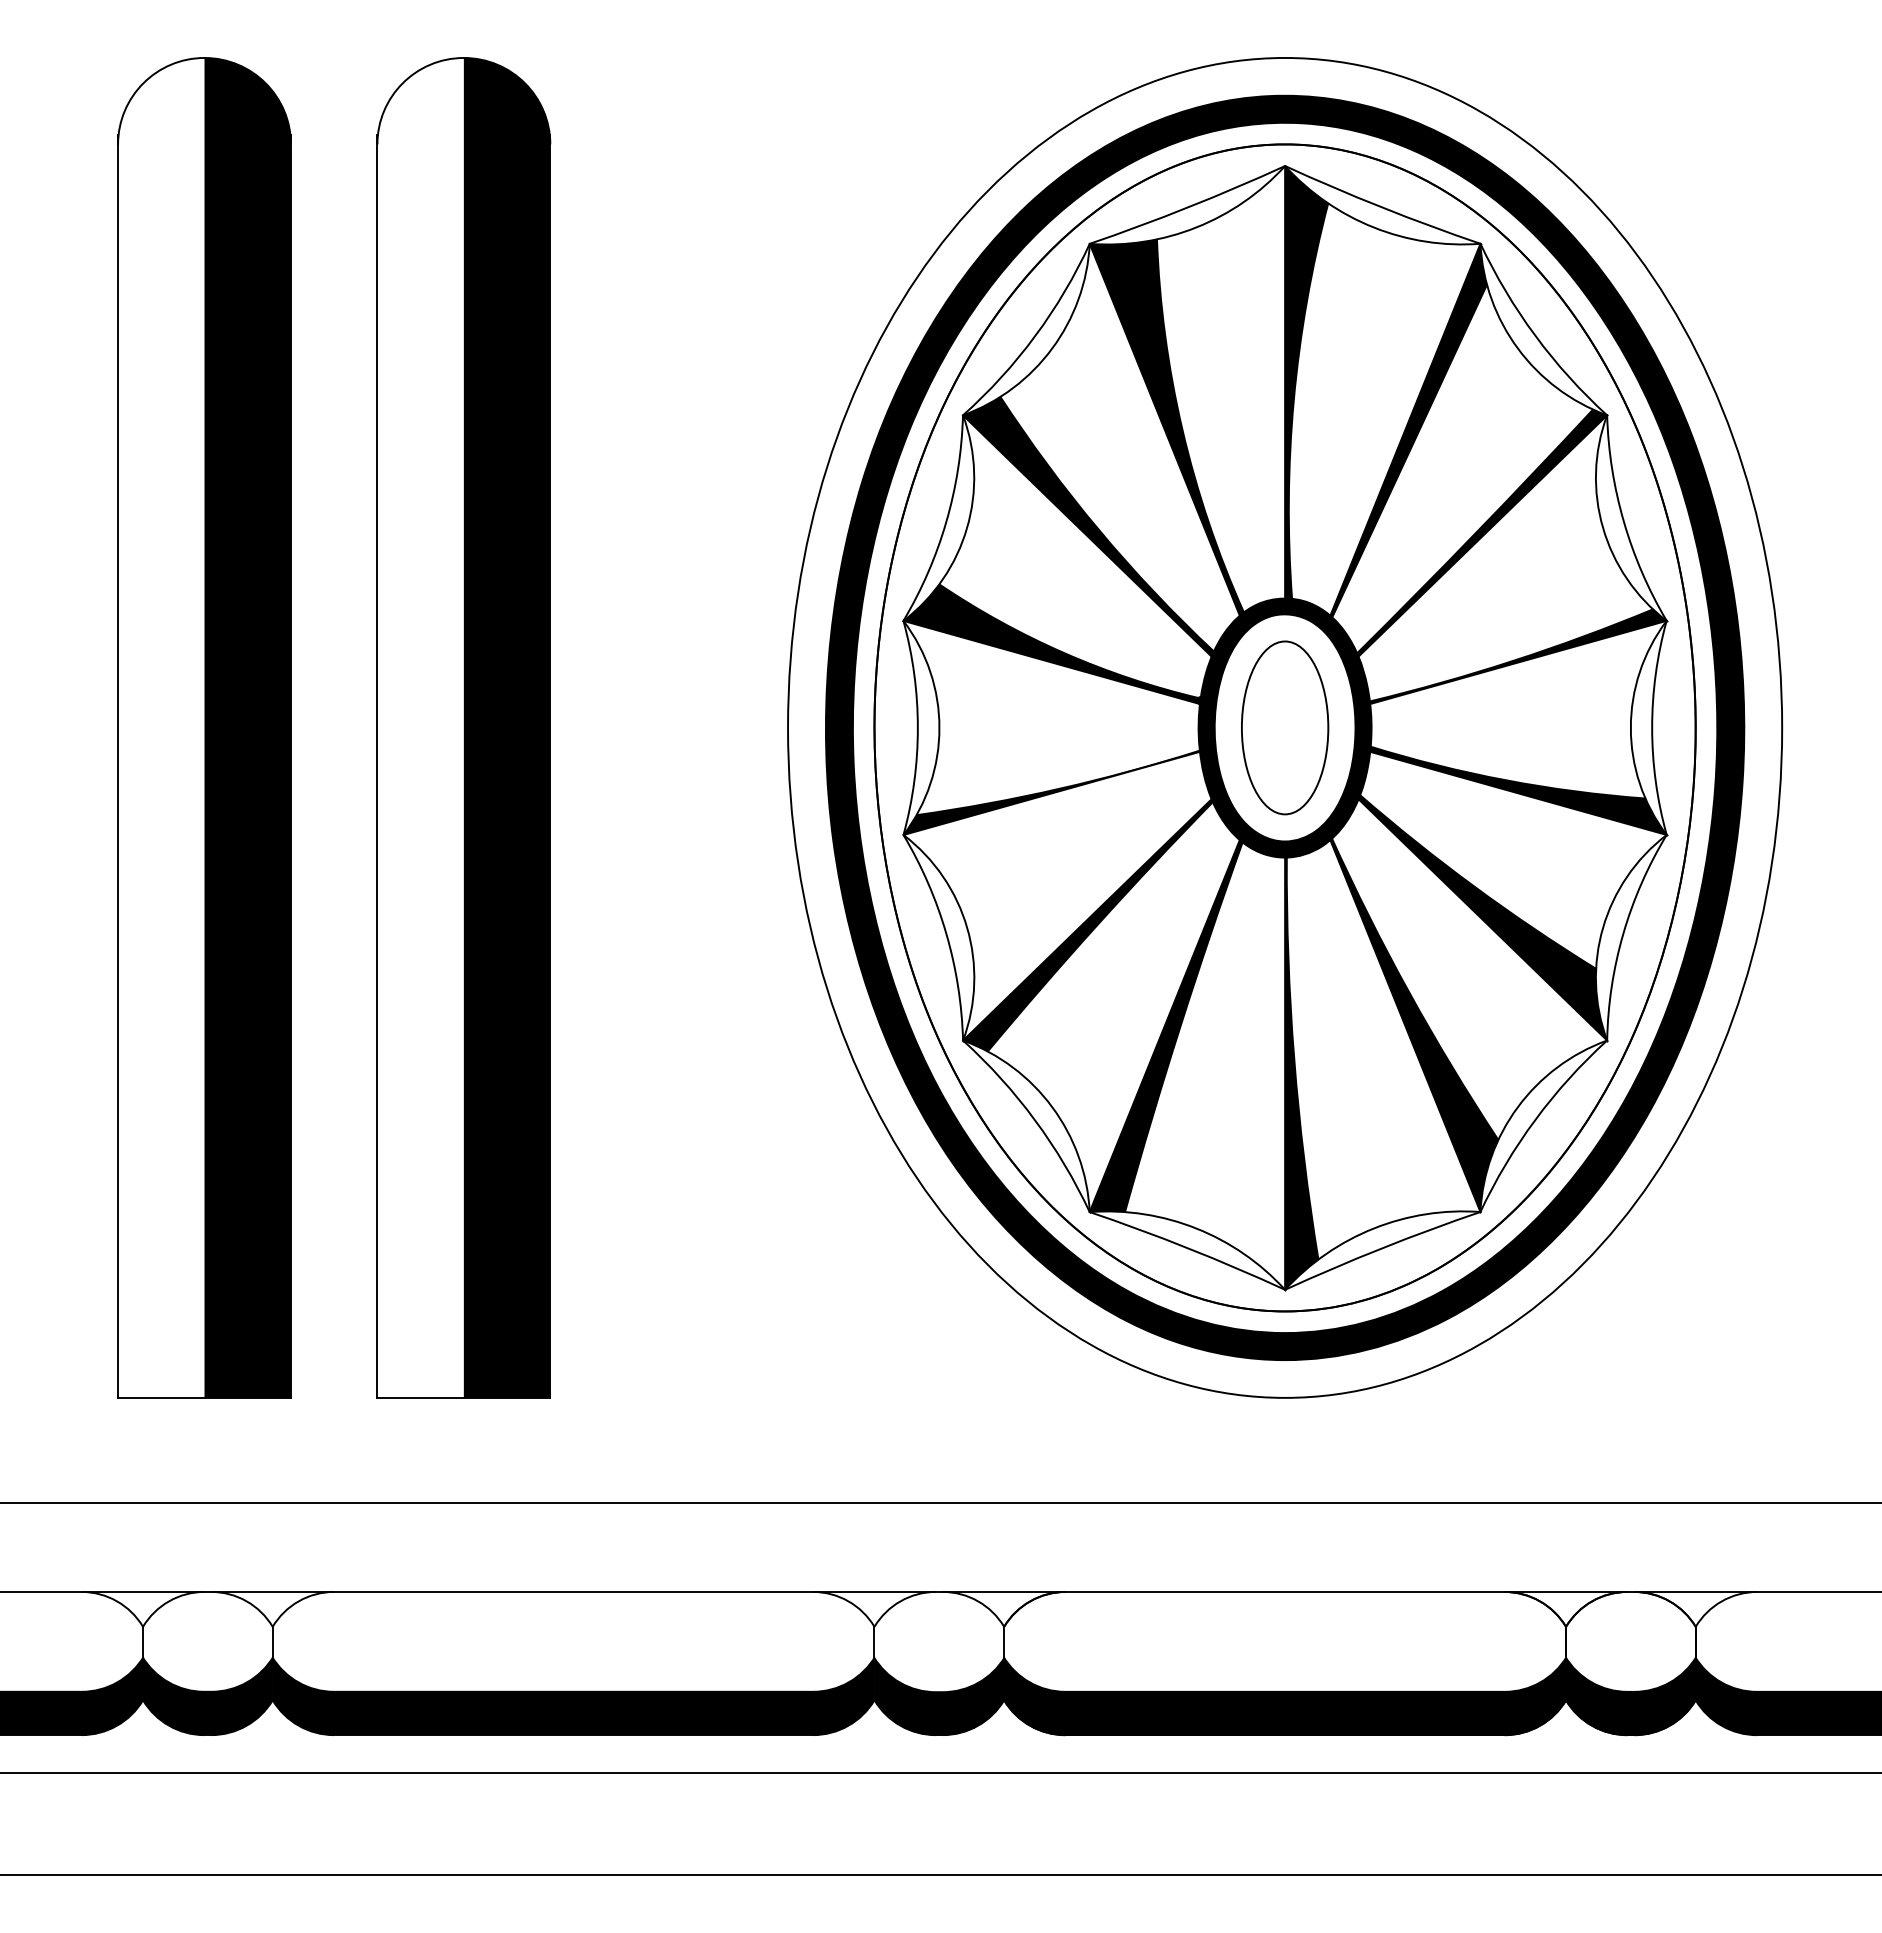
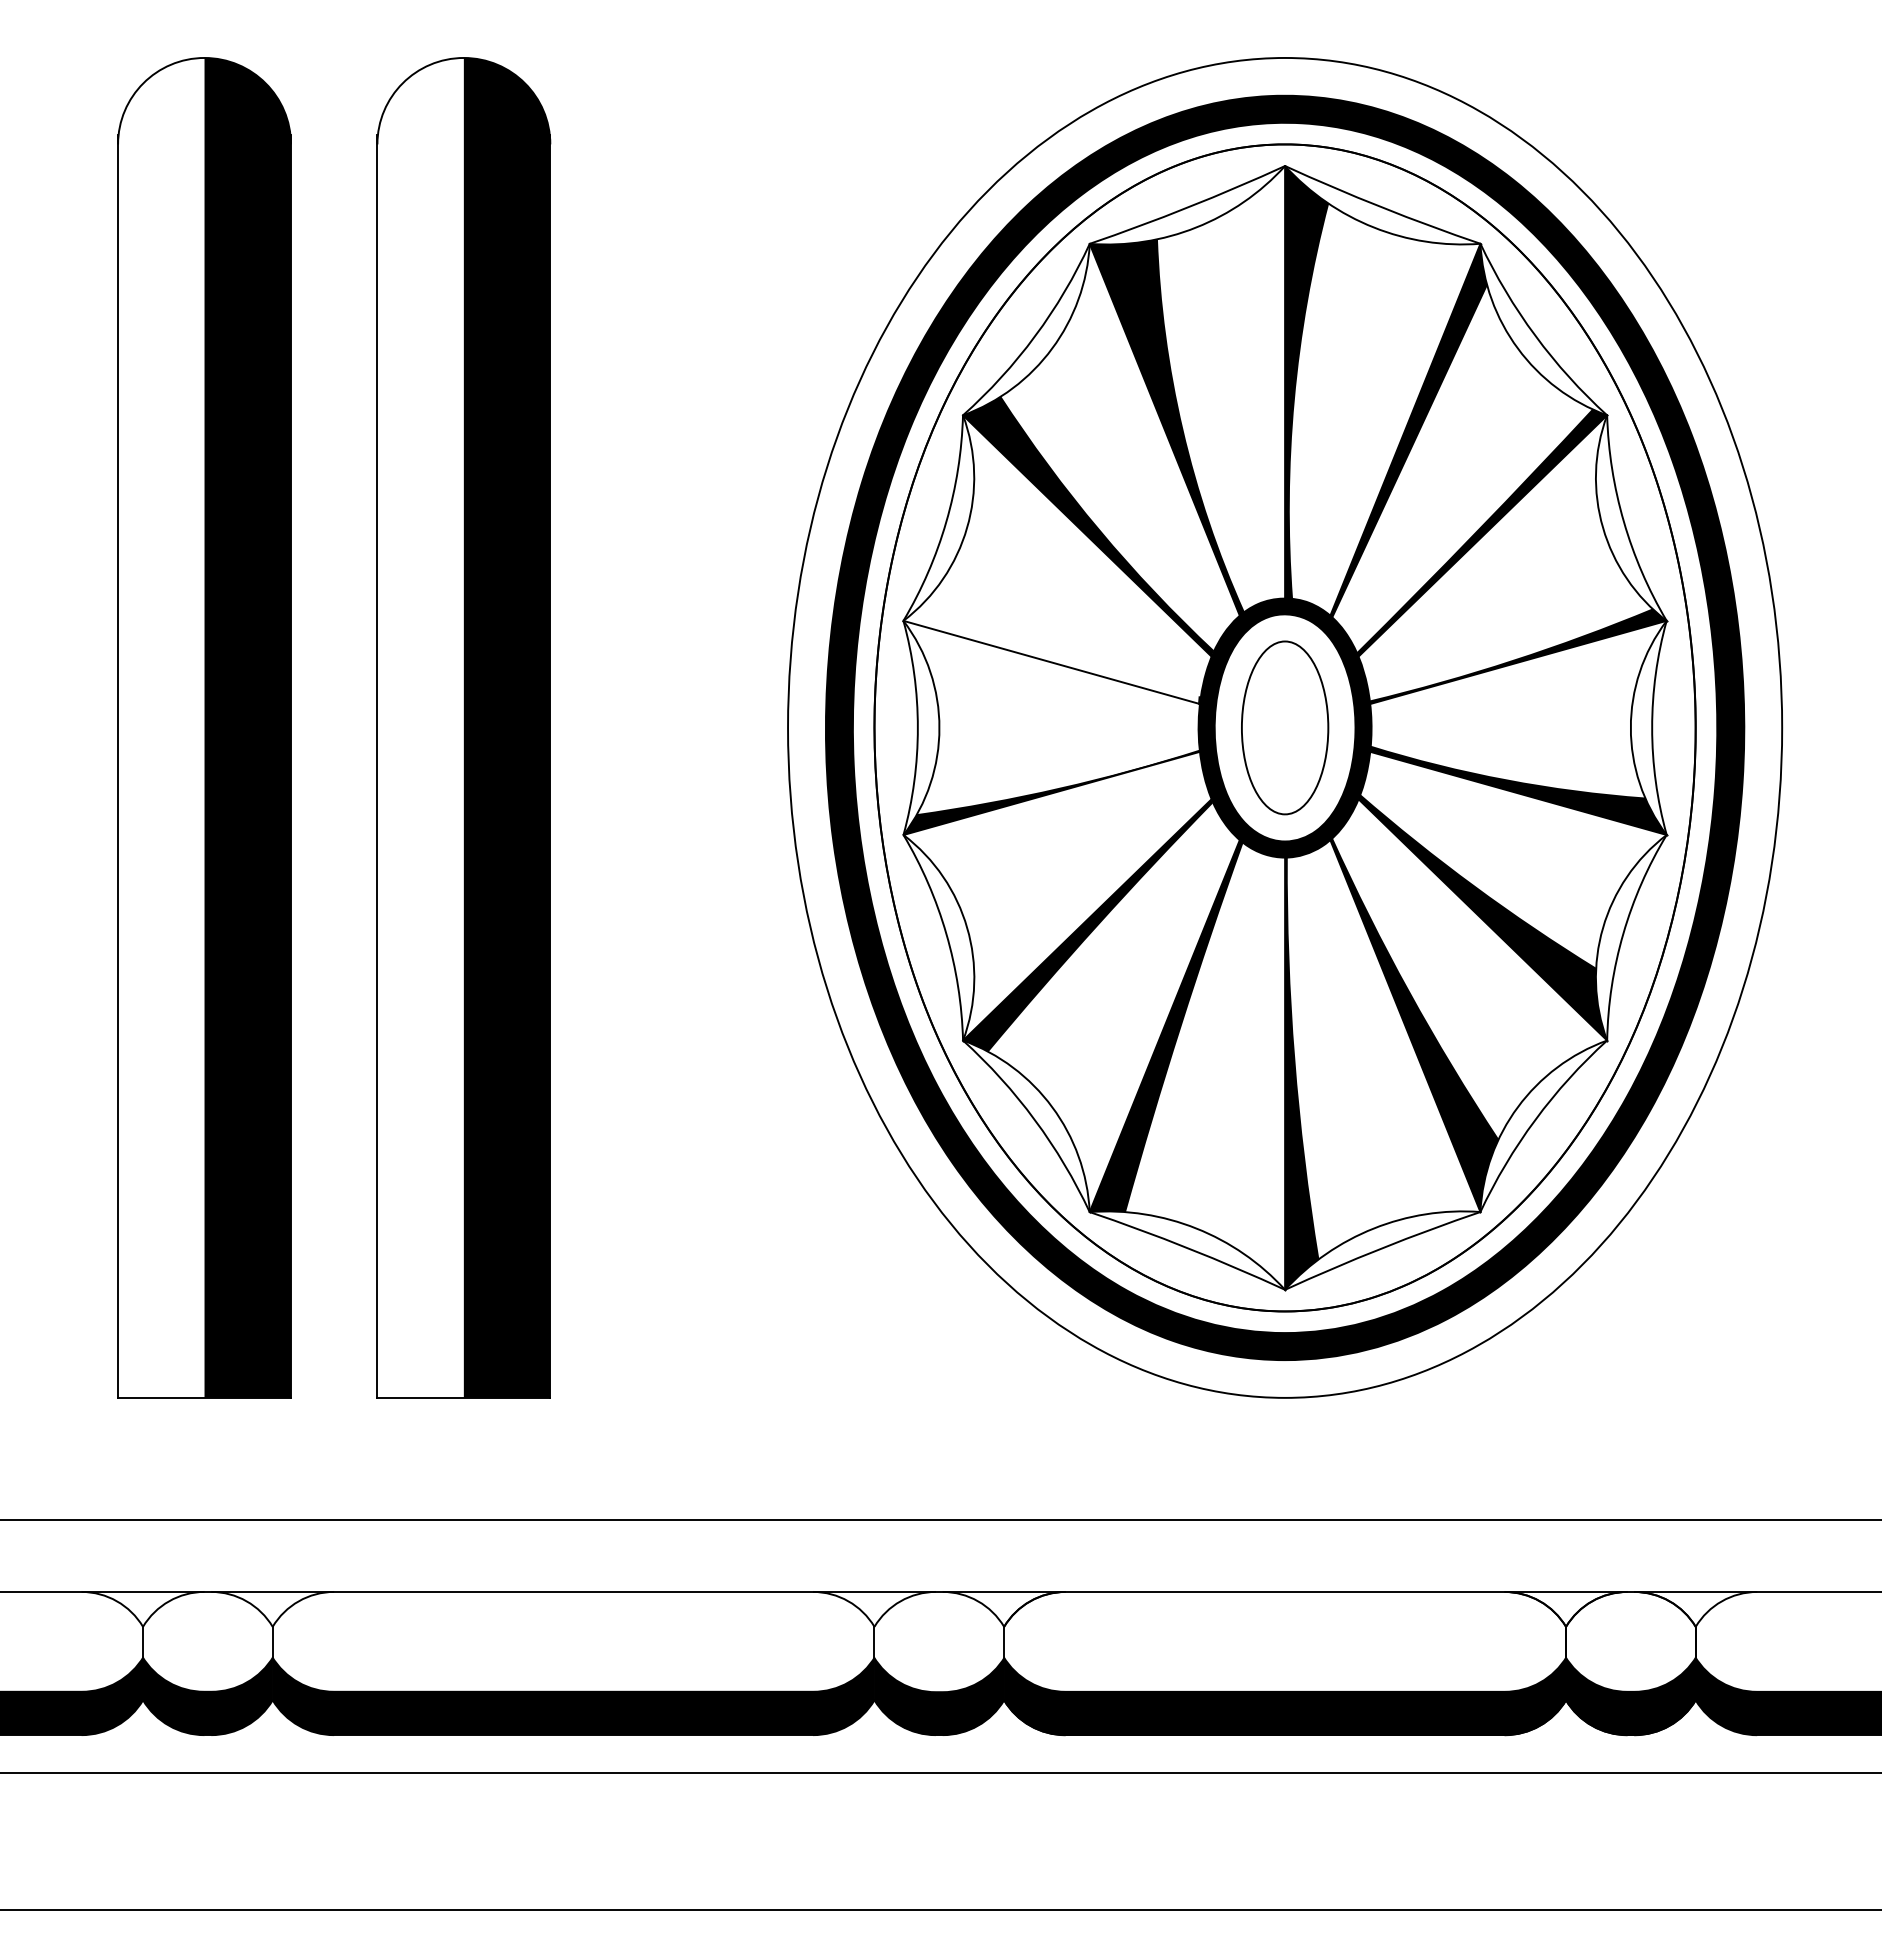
fill at (1051, 643): present -> none
line at (940, 1503) position: (940, 1503) -> (940, 1520)
line at (940, 1875) position: (940, 1875) -> (940, 1910)
